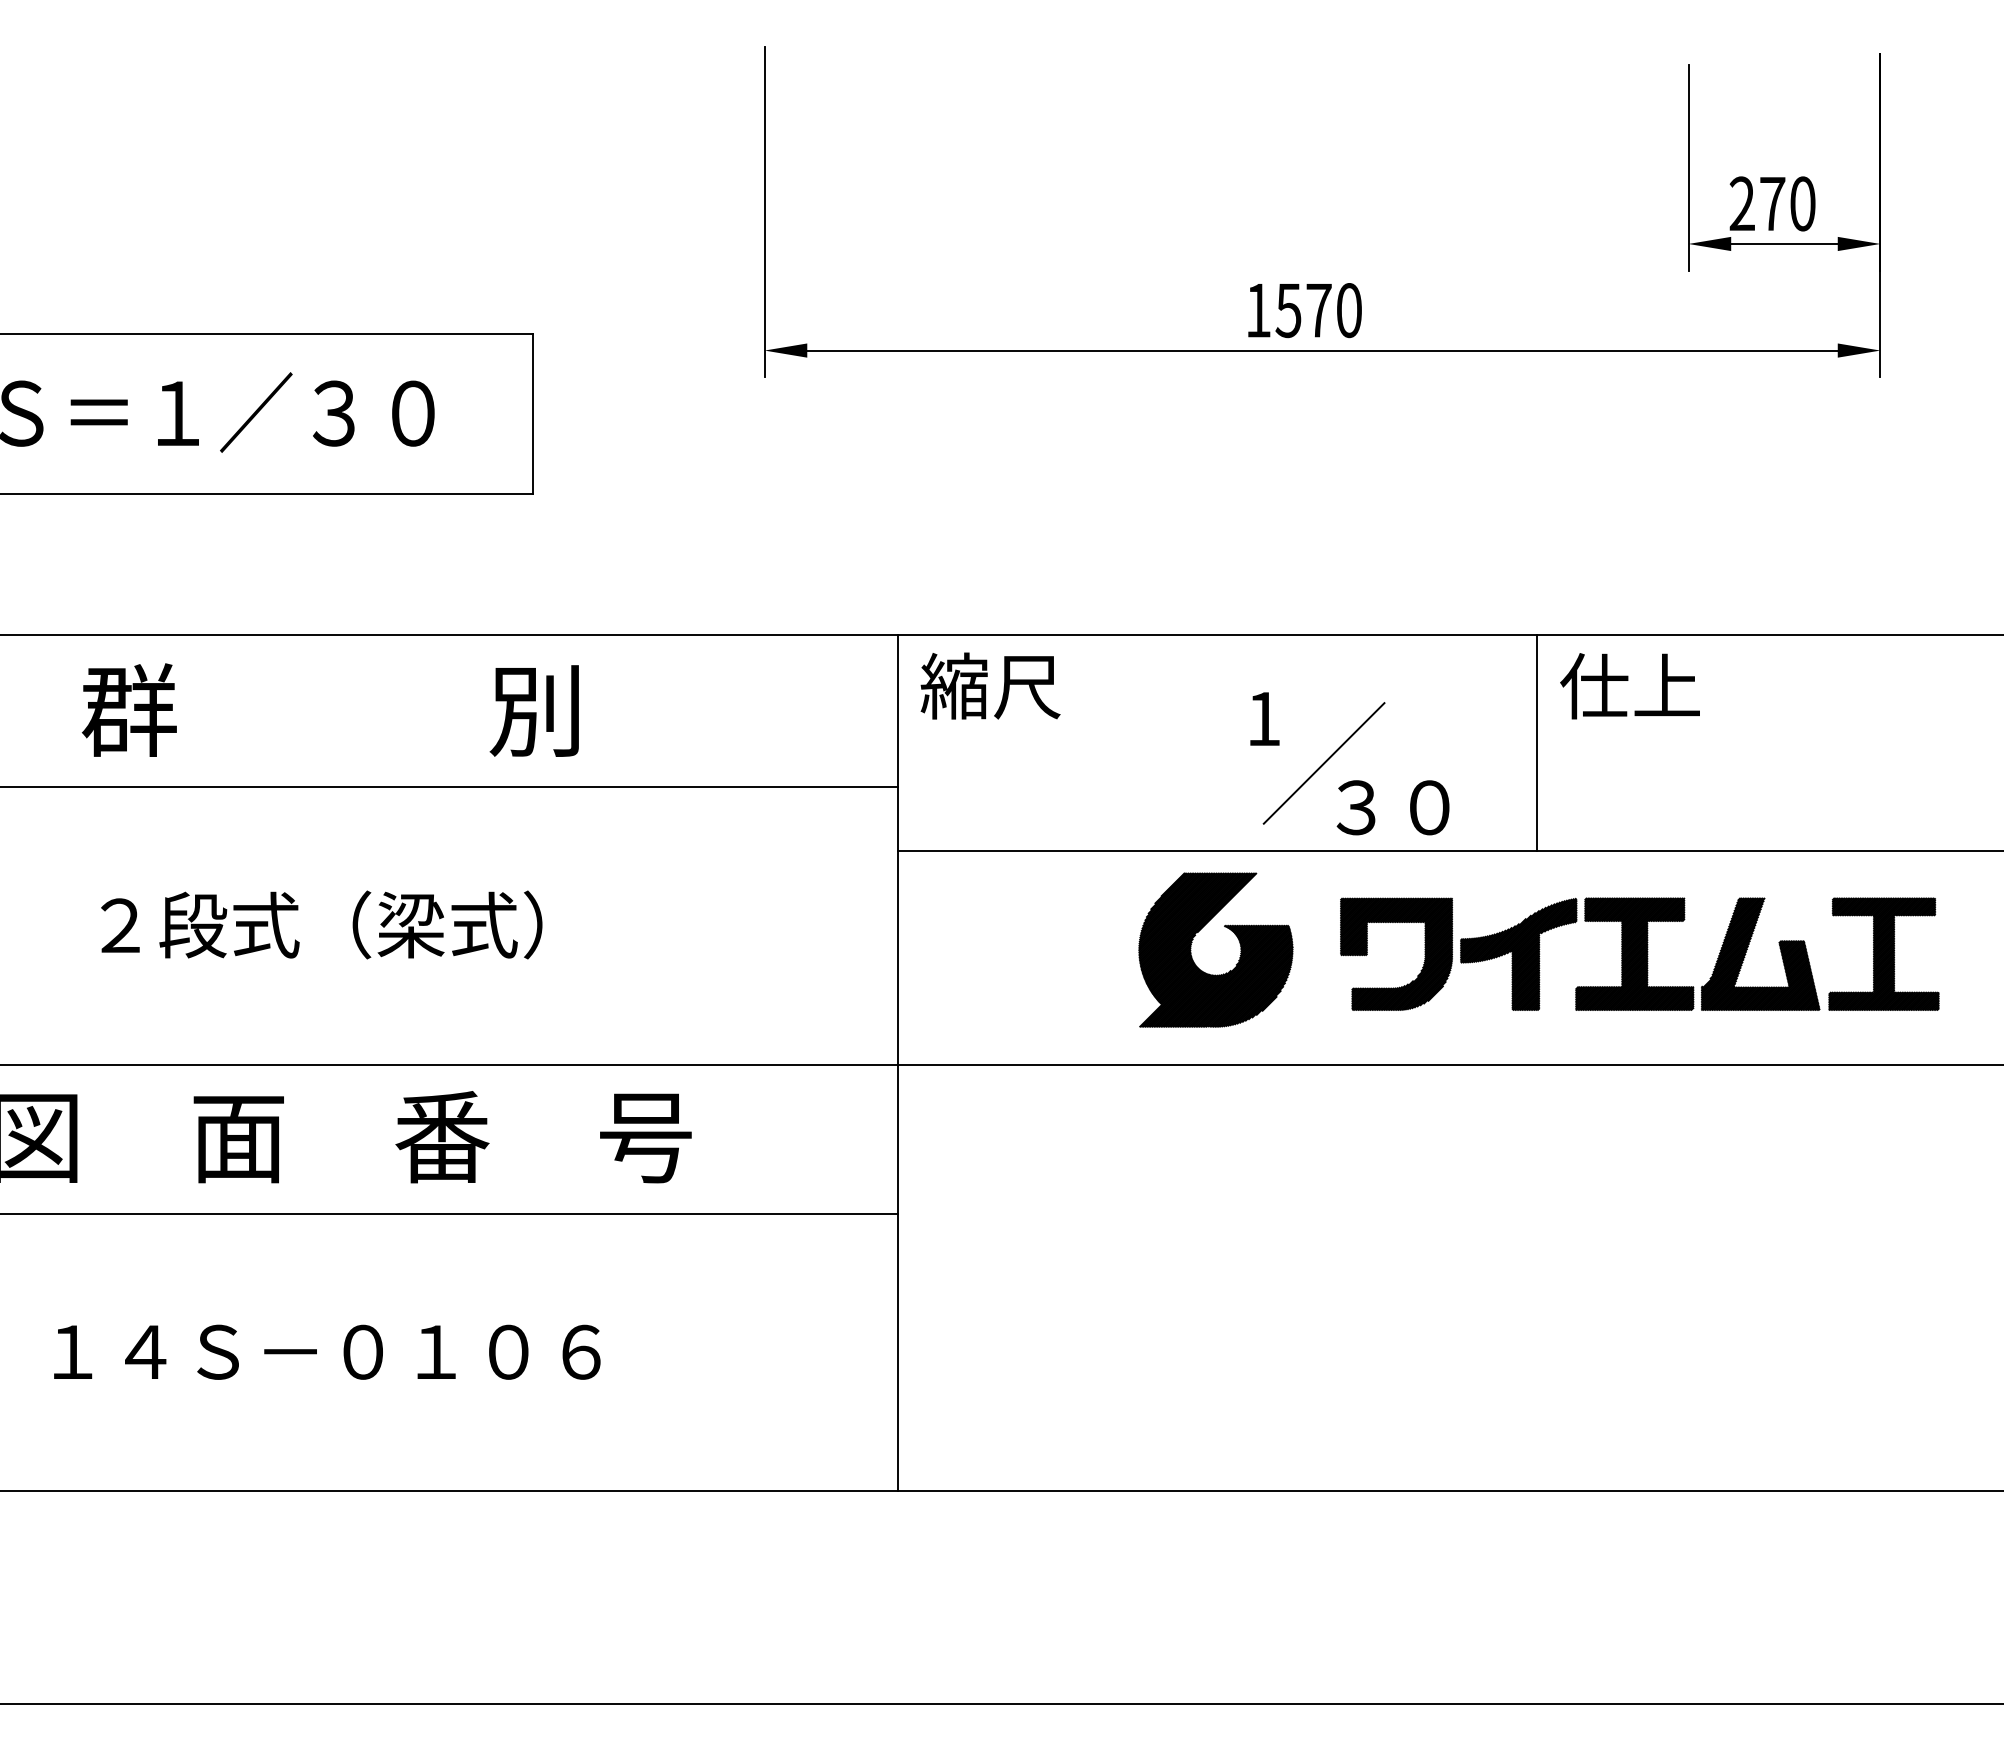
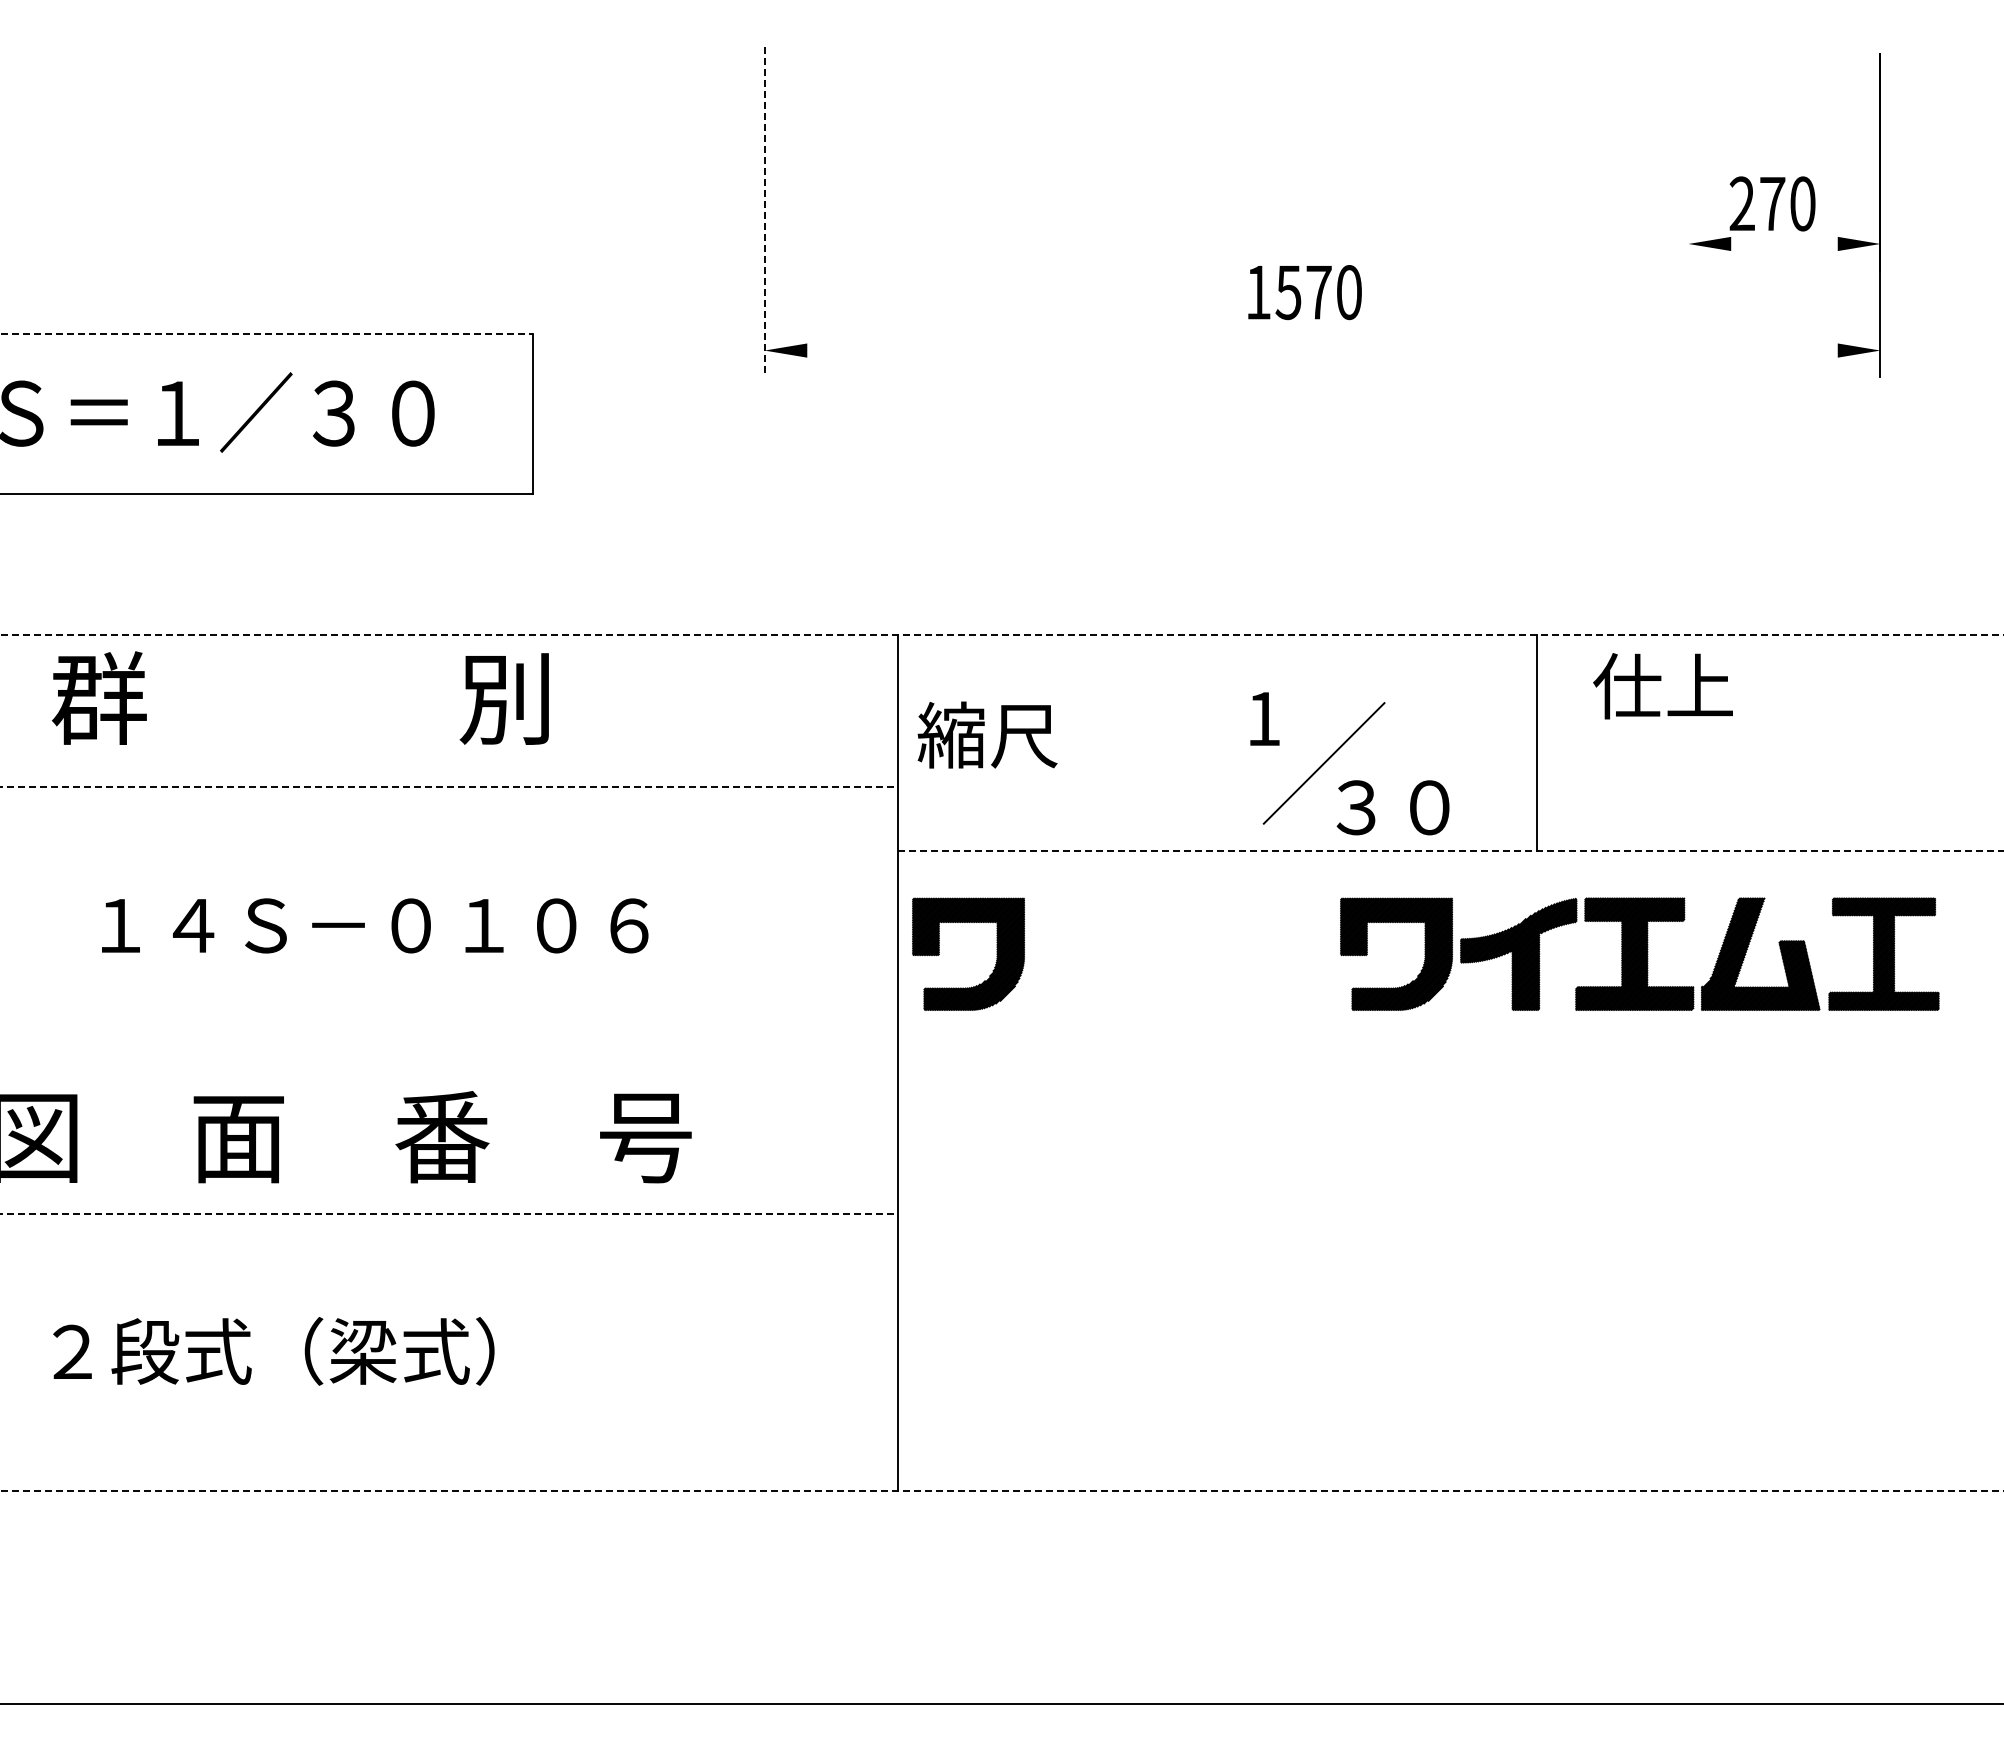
line at (1688, 167): present -> none
line at (764, 212): solid -> dashed
line at (1784, 243): present -> none
text at (1304, 310) position: (1304, 310) -> (1304, 292)
line at (267, 333): solid -> dashed
line at (1322, 350): present -> none
line at (1002, 635): solid -> dashed
text at (990, 685) position: (990, 685) -> (987, 734)
text at (1629, 686) position: (1629, 686) -> (1662, 686)
text at (330, 709) position: (330, 709) -> (300, 697)
line at (448, 787): solid -> dashed
line at (1450, 851): solid -> dashed
text at (374, 924): ２段式（梁式） -> １４Ｓ－０１０６
part at (1196, 935): present -> none
part at (996, 953): none -> present
line at (1001, 1064): present -> none
line at (448, 1213): solid -> dashed
text at (326, 1351): １４Ｓ－０１０６ -> ２段式（梁式）
line at (1002, 1490): solid -> dashed
